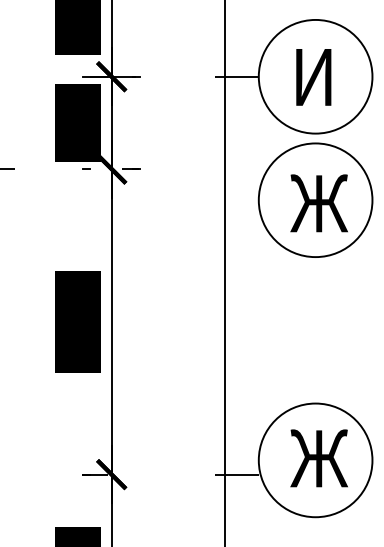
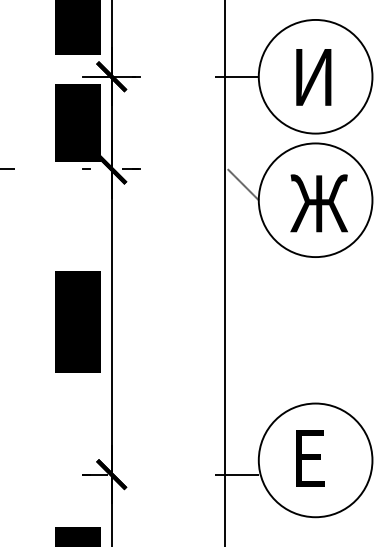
line at (242, 184): none -> present
text at (318, 458): Ж -> Е
